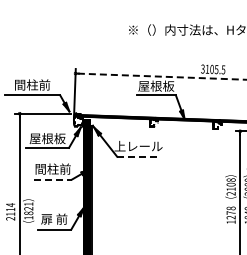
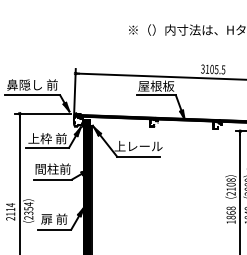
line at (162, 76): dashed -> solid
text at (32, 84): 間柱前 -> 鼻隠し 前
text at (47, 138): 屋根板 -> 上枠 前
line at (139, 156): dashed -> solid
line at (53, 179): dashed -> solid
text at (28, 210): 1821 -> 2354
text at (230, 215): 1278 -> 1868
